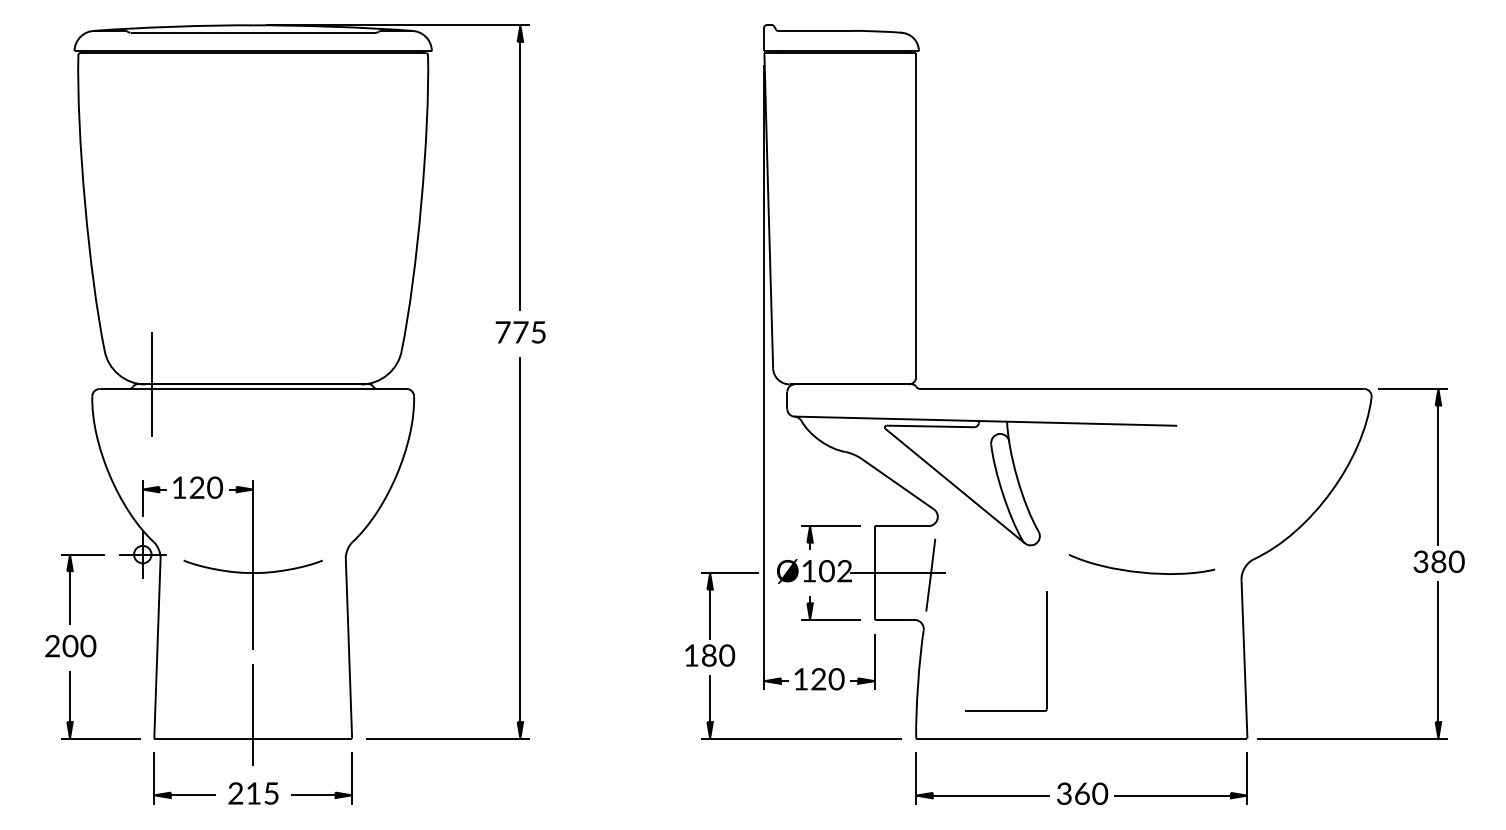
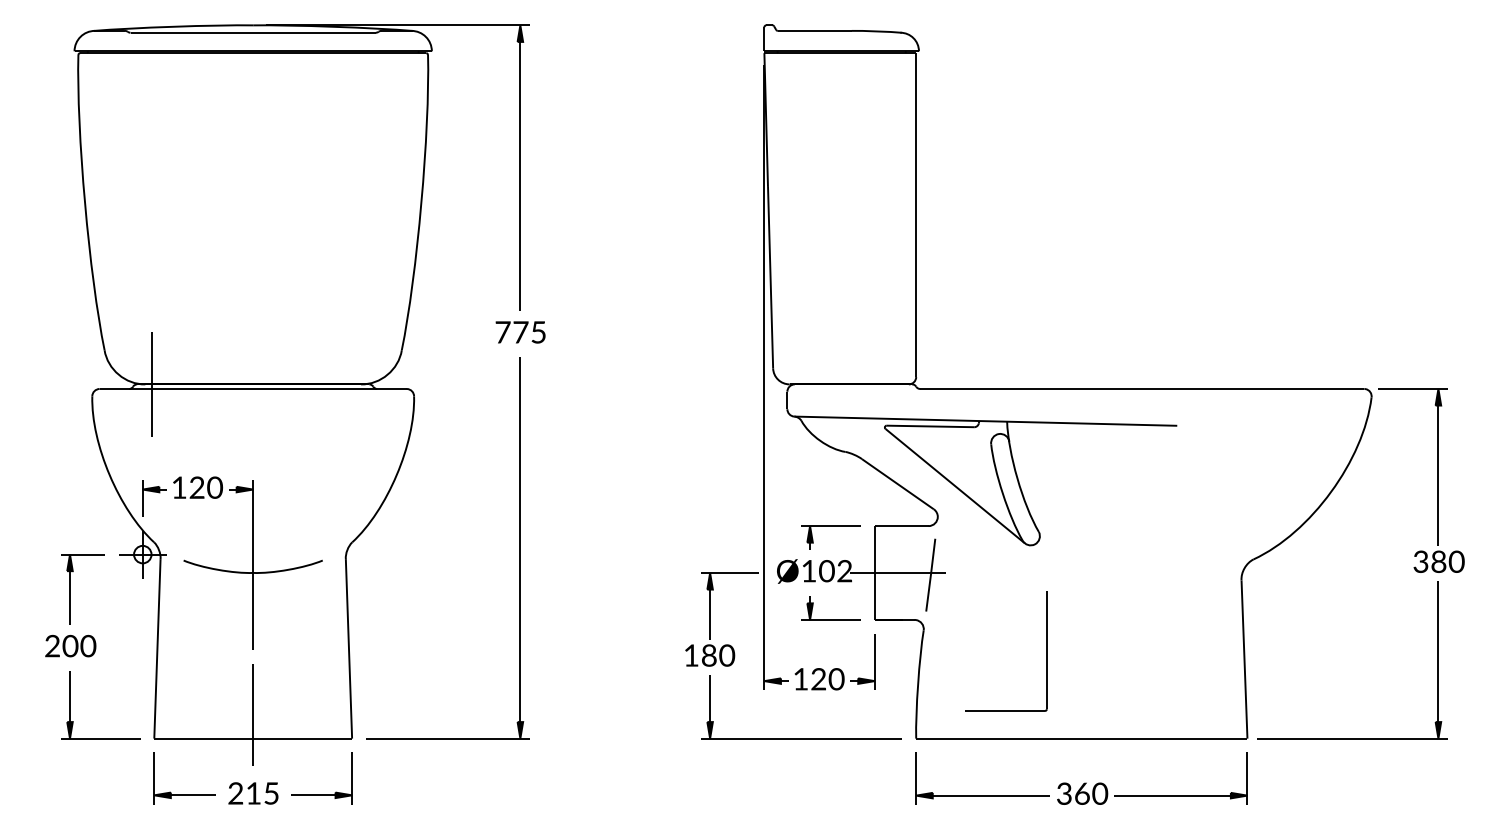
part at (1141, 571): present -> none
